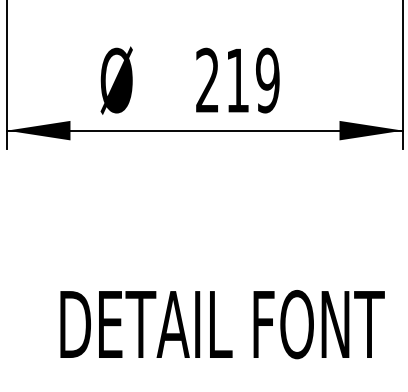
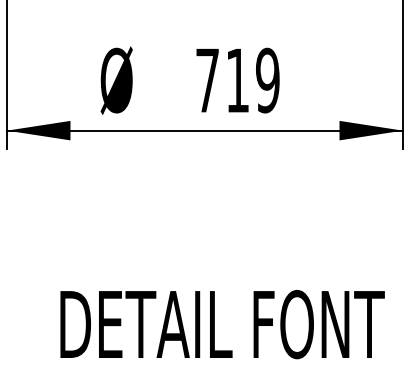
text at (207, 79): 219 -> 719
